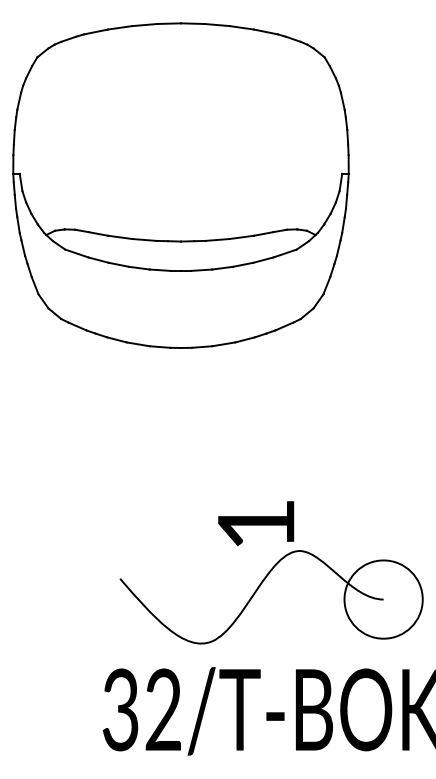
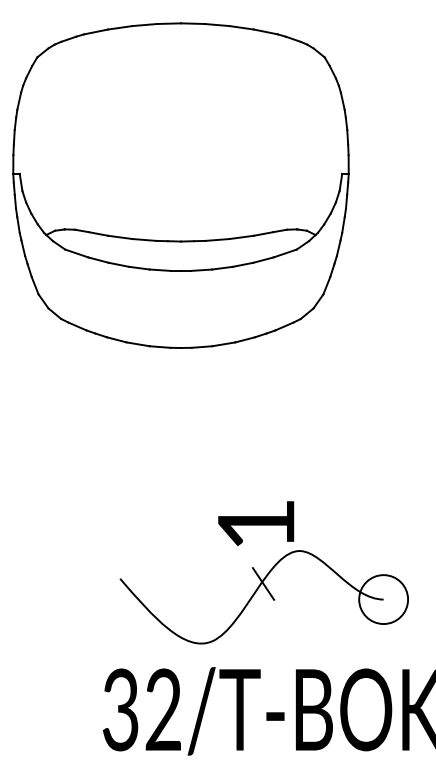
line at (263, 583): none -> present
circle at (383, 599) diameter: 78 px -> 49 px
